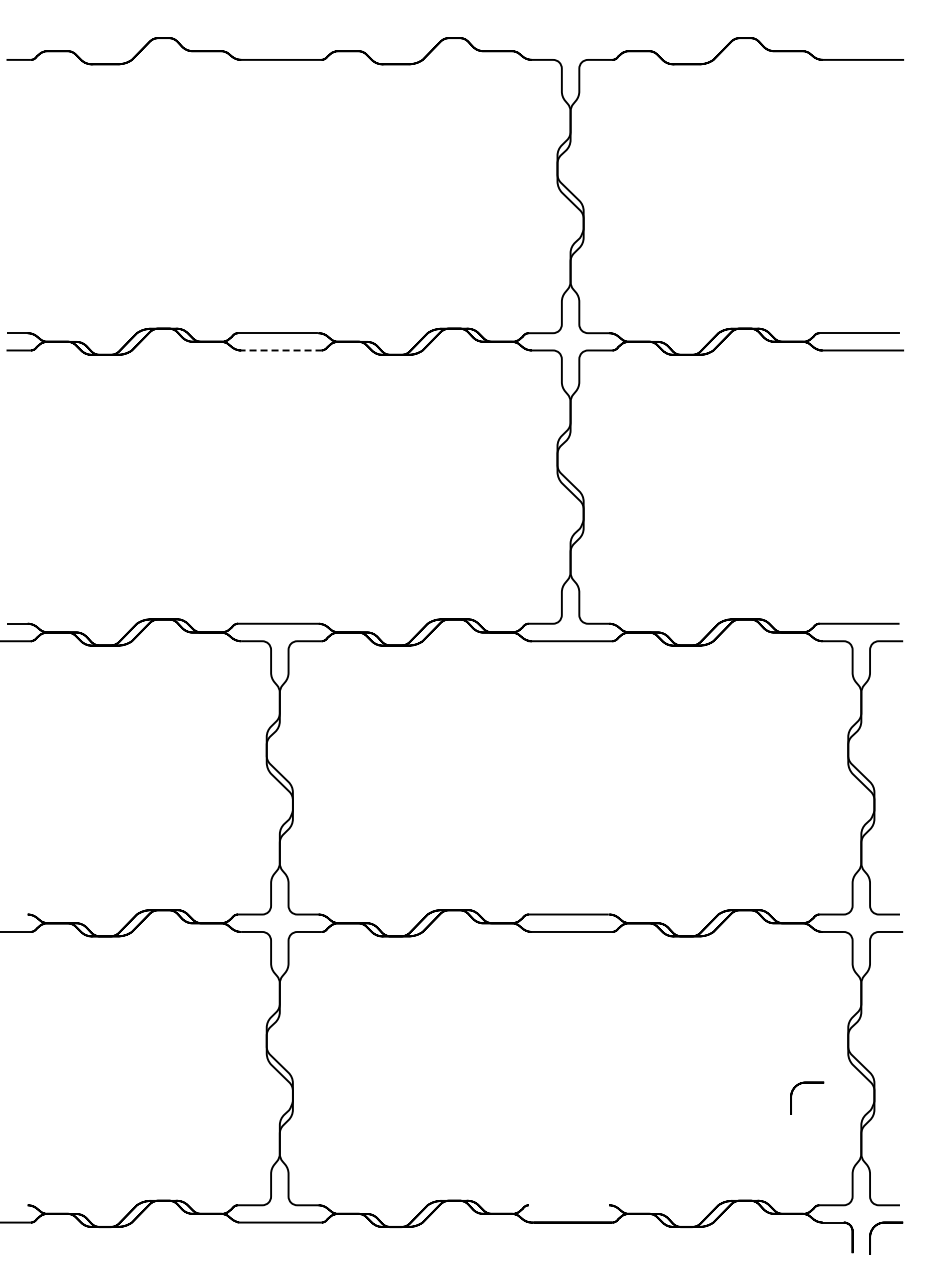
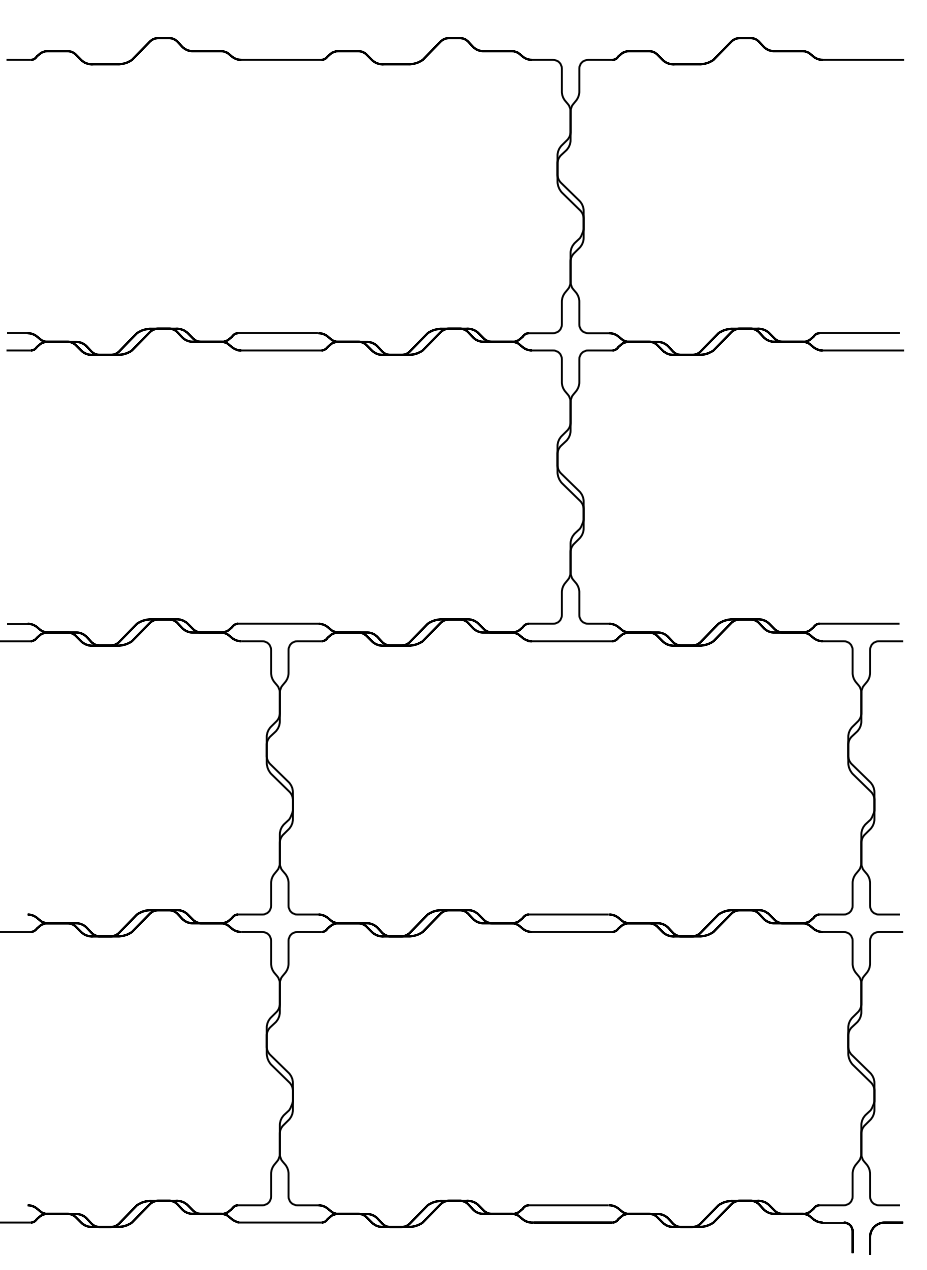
line at (280, 350): dashed -> solid
part at (807, 1083): present -> none
line at (567, 1205): none -> present
